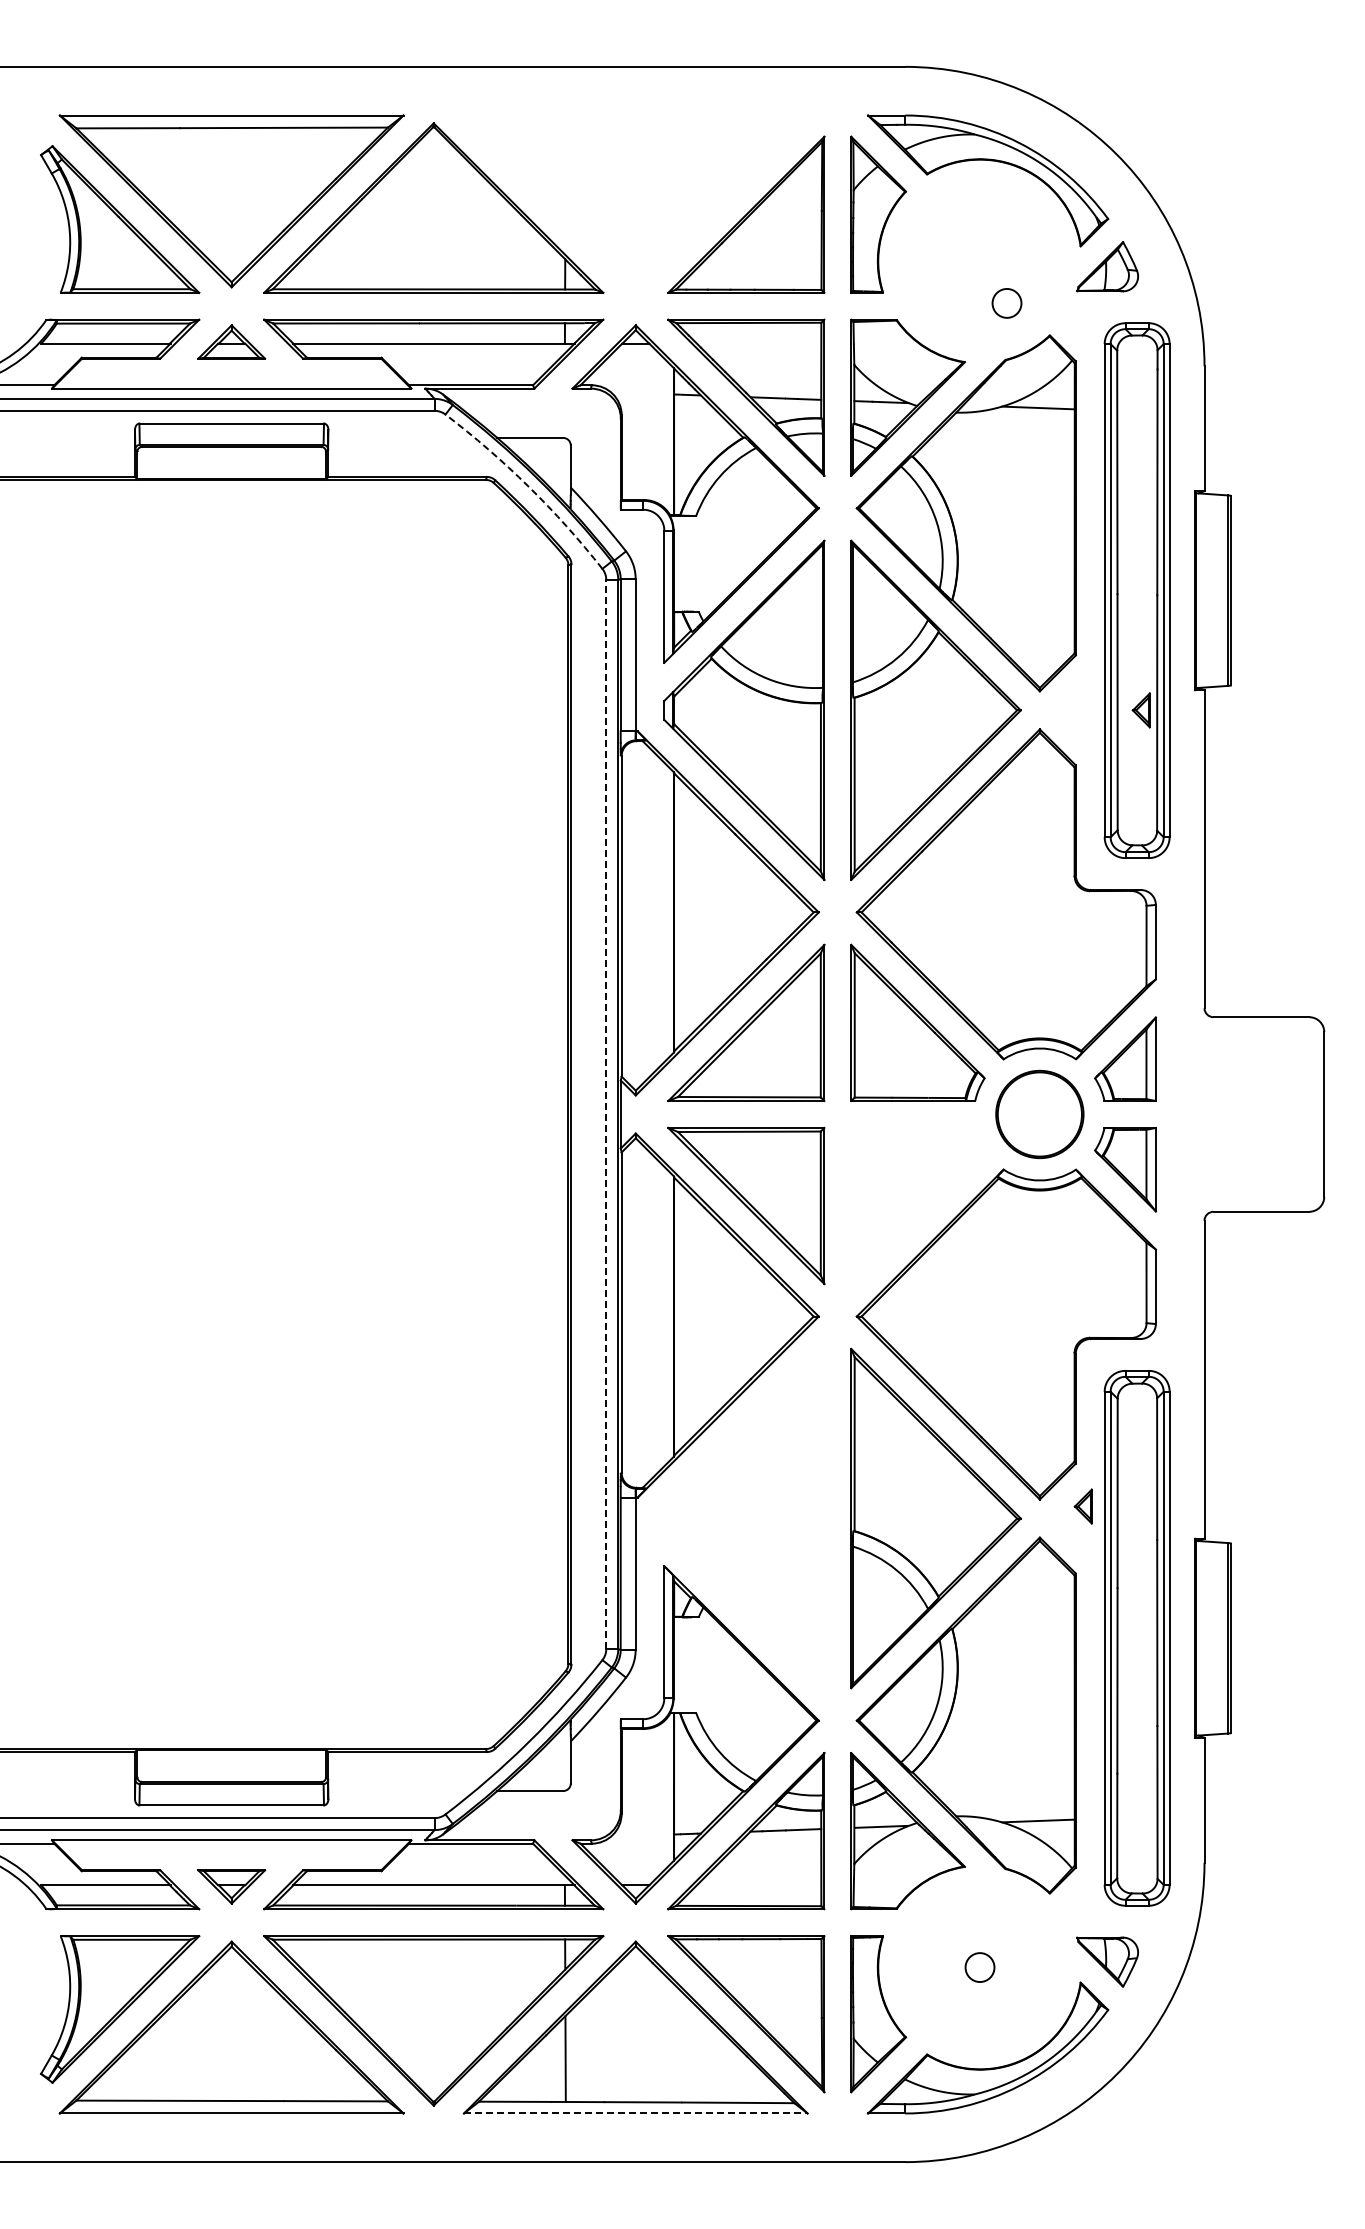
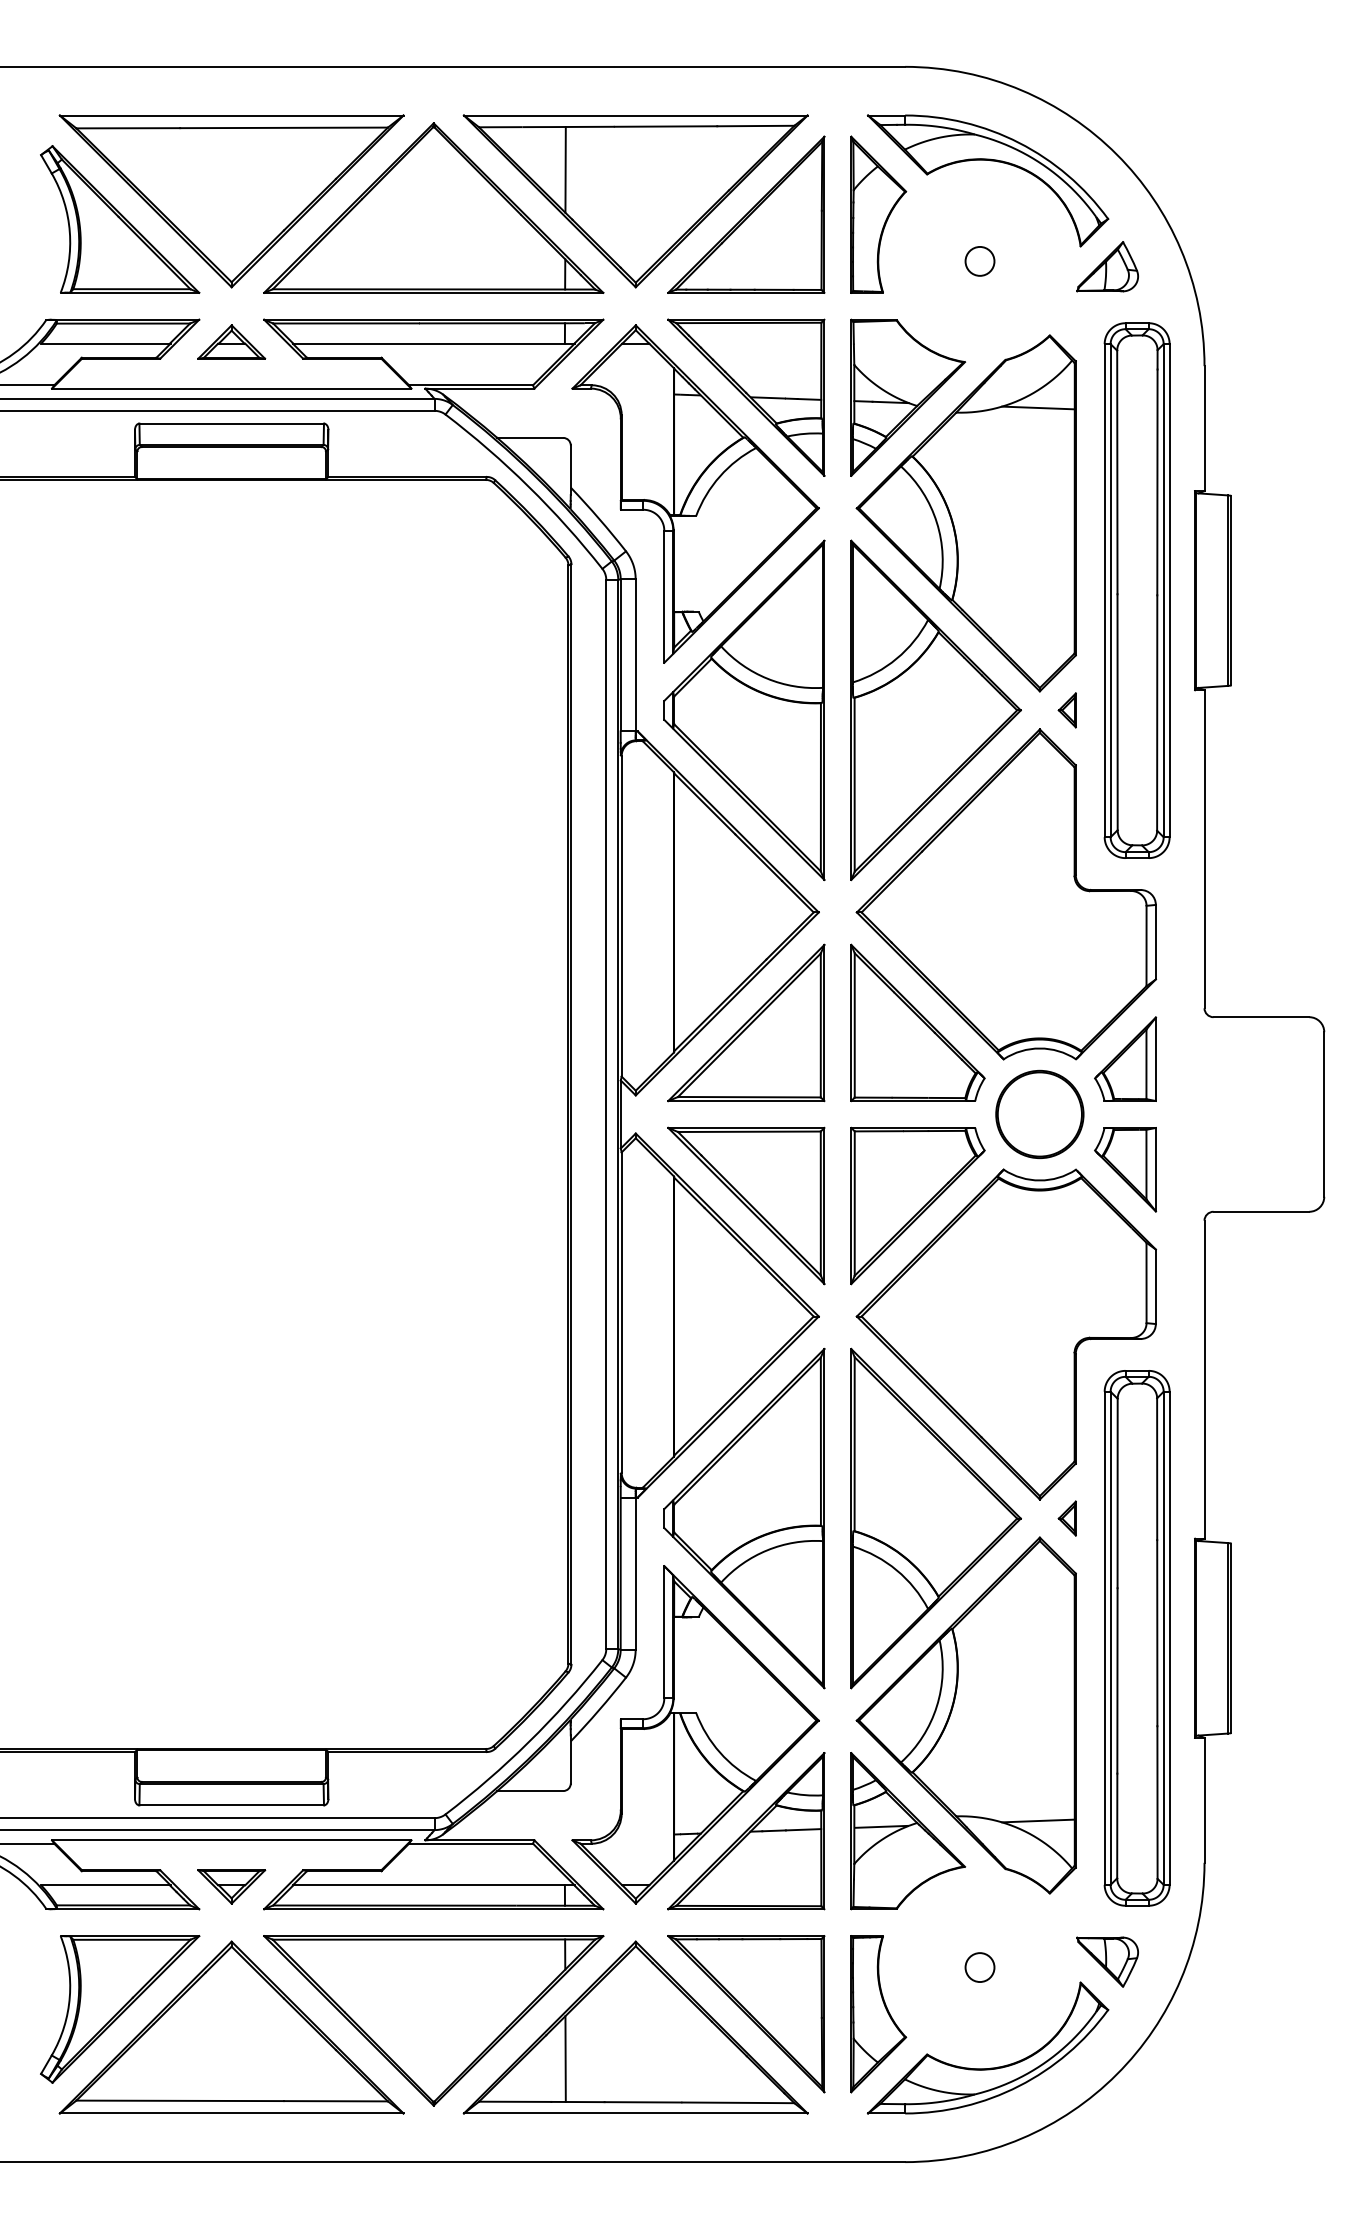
part at (635, 201): none -> present
circle at (1006, 303) position: (1006, 303) -> (979, 261)
arc at (528, 486): dashed -> solid
part at (1140, 710) position: (1140, 710) -> (1066, 710)
line at (606, 1114): dashed -> solid
part at (917, 1205): none -> present
part at (1082, 1506) position: (1082, 1506) -> (1066, 1518)
part at (744, 1518): none -> present
line at (635, 2113): dashed -> solid
